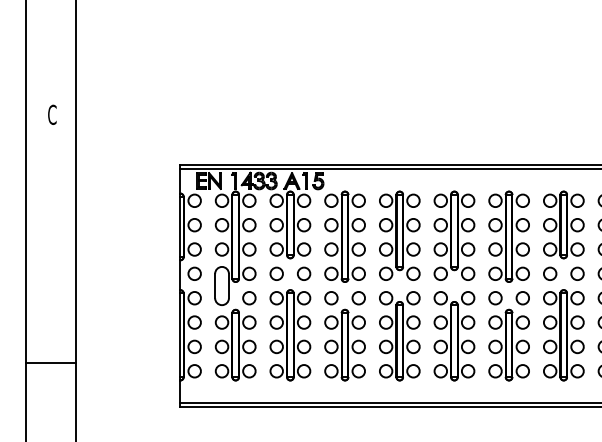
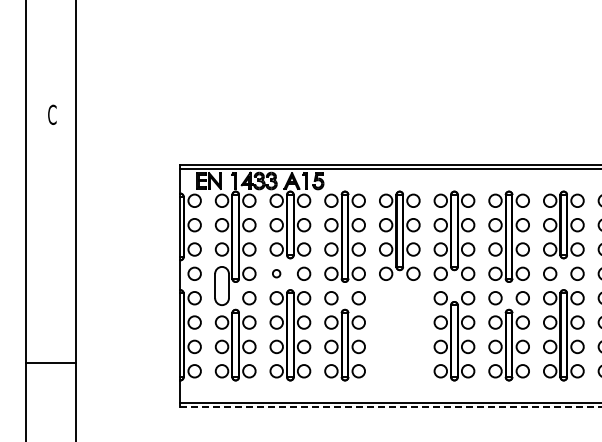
circle at (276, 273) size: 15x15 px -> 10x10 px
part at (399, 336): present -> none
line at (391, 407): solid -> dashed
